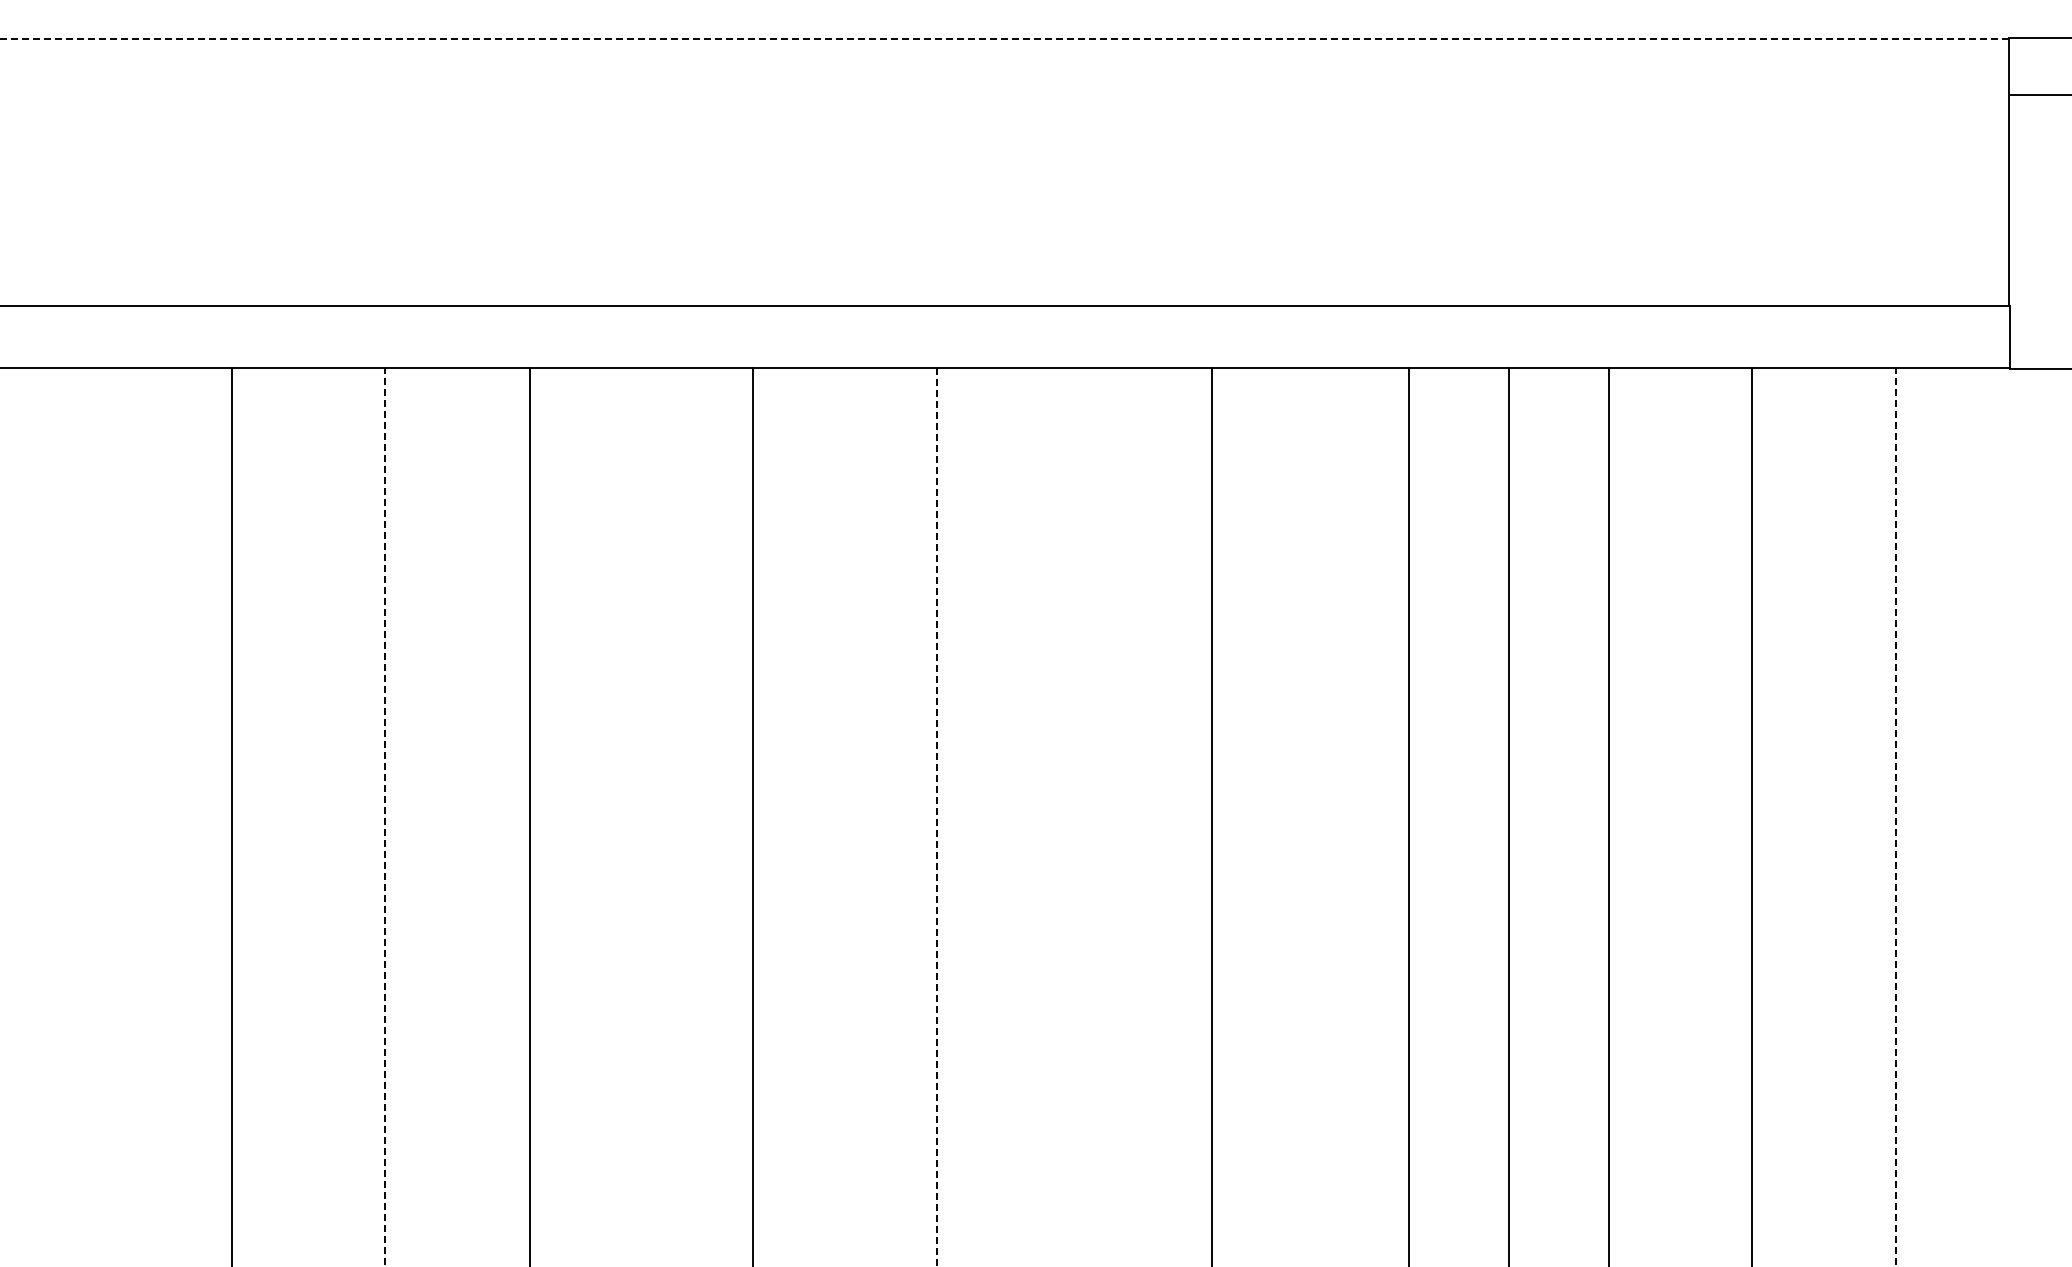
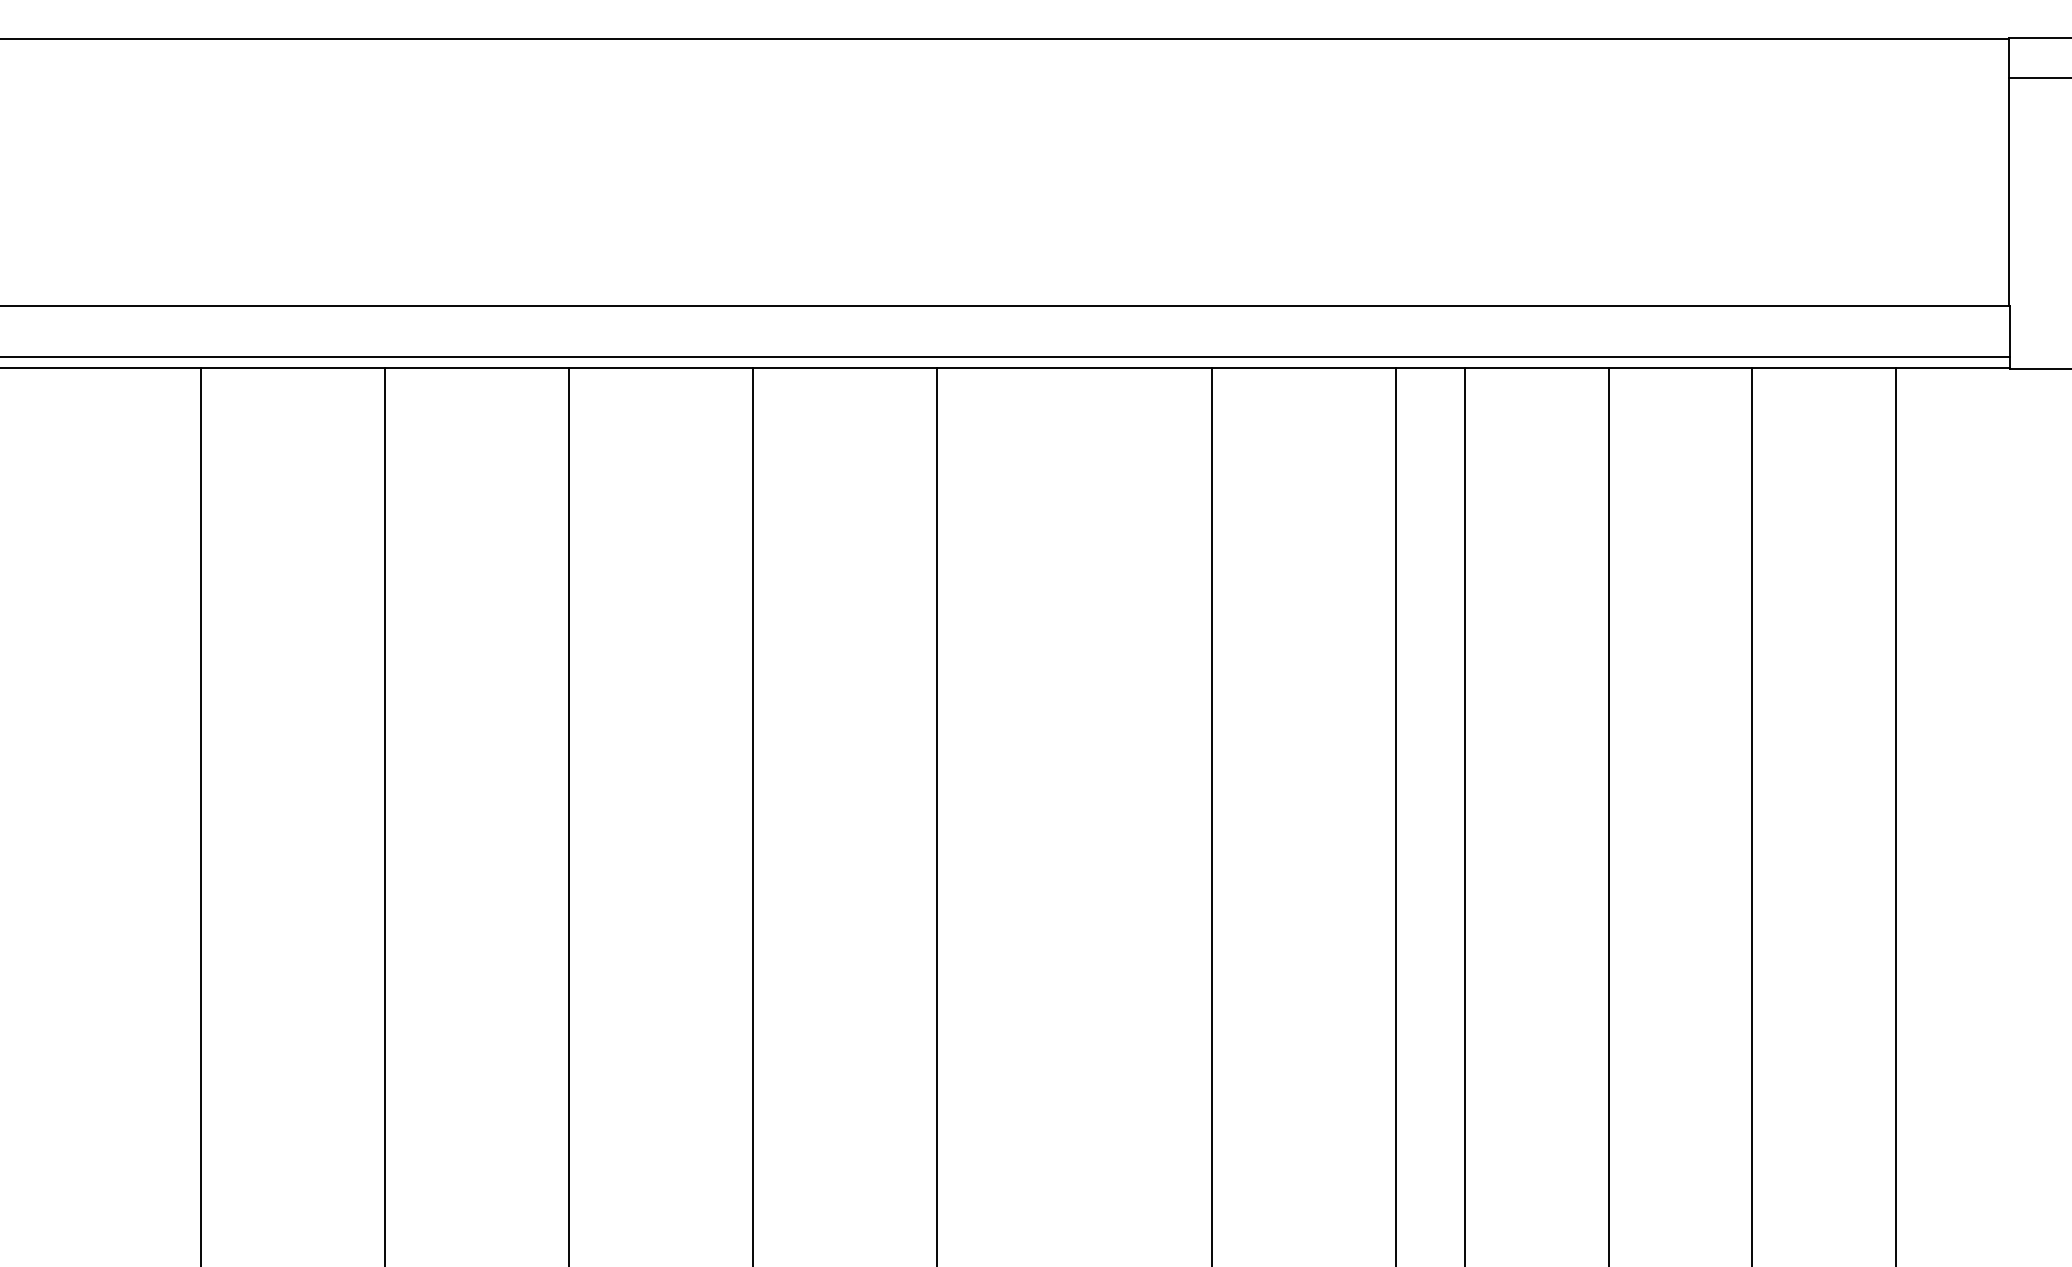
line at (1004, 38): dashed -> solid
line at (2038, 95) position: (2038, 95) -> (2038, 78)
line at (1005, 356): none -> present
line at (231, 815) position: (231, 815) -> (200, 815)
line at (529, 815) position: (529, 815) -> (568, 815)
line at (1409, 815) position: (1409, 815) -> (1396, 815)
line at (1509, 815) position: (1509, 815) -> (1465, 815)
line at (384, 817): dashed -> solid
line at (936, 817): dashed -> solid
line at (1896, 817): dashed -> solid
